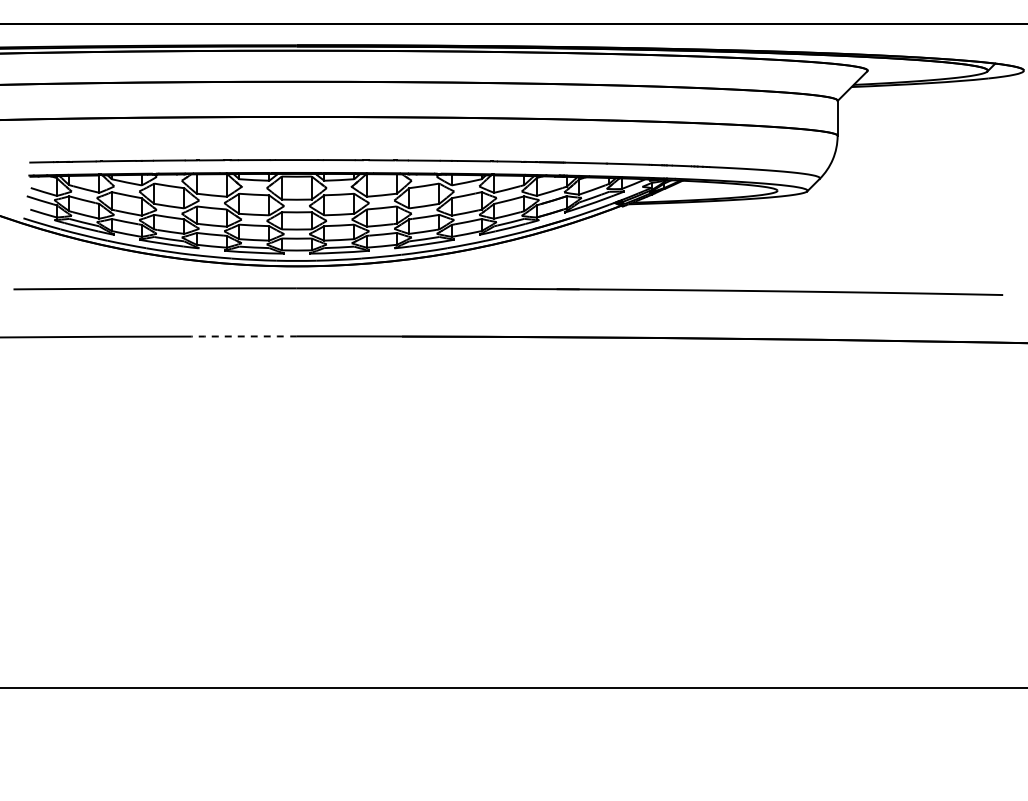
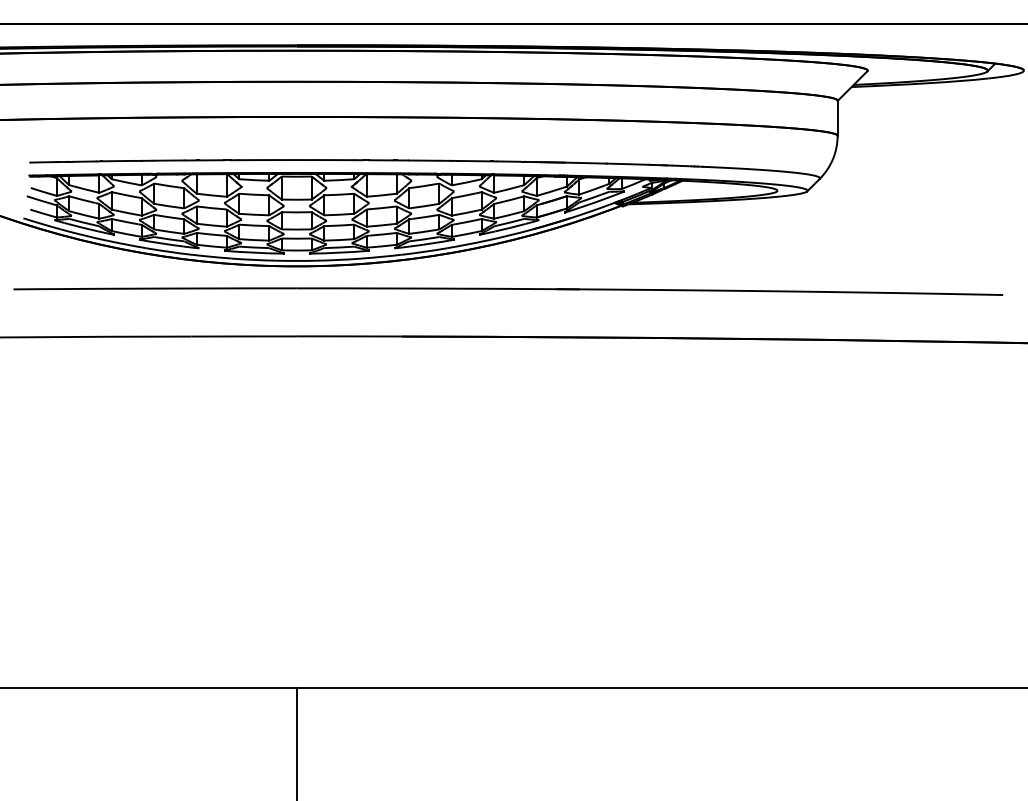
arc at (244, 336): dashed -> solid
line at (296, 742): none -> present
